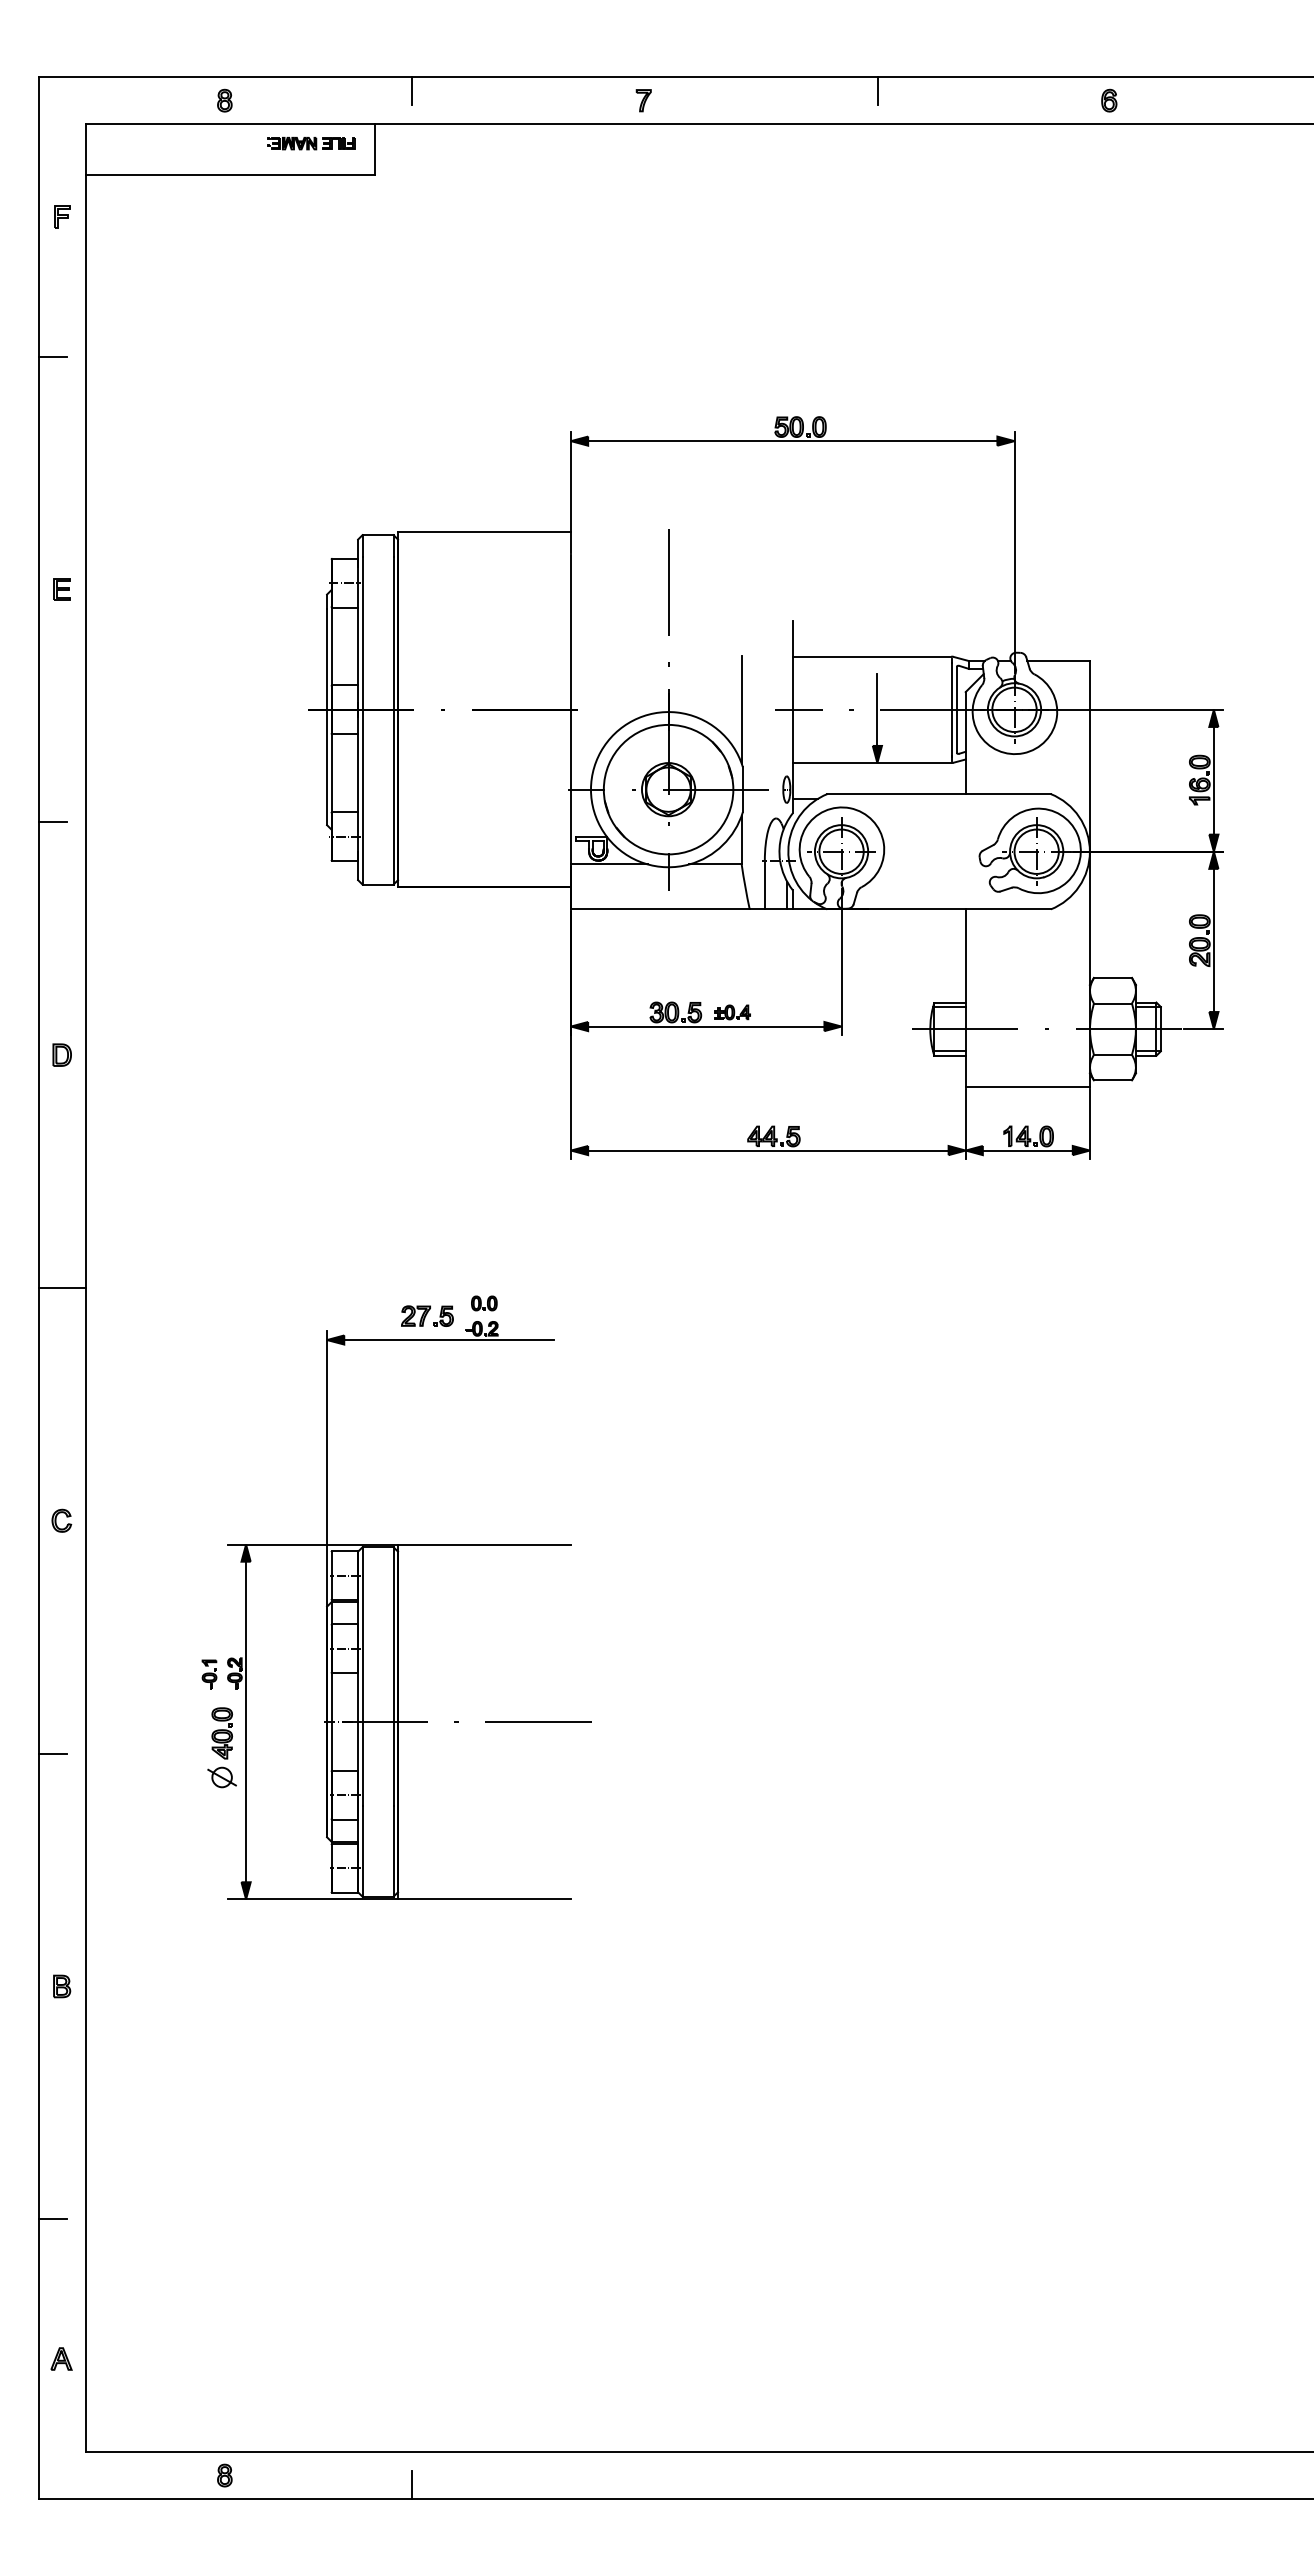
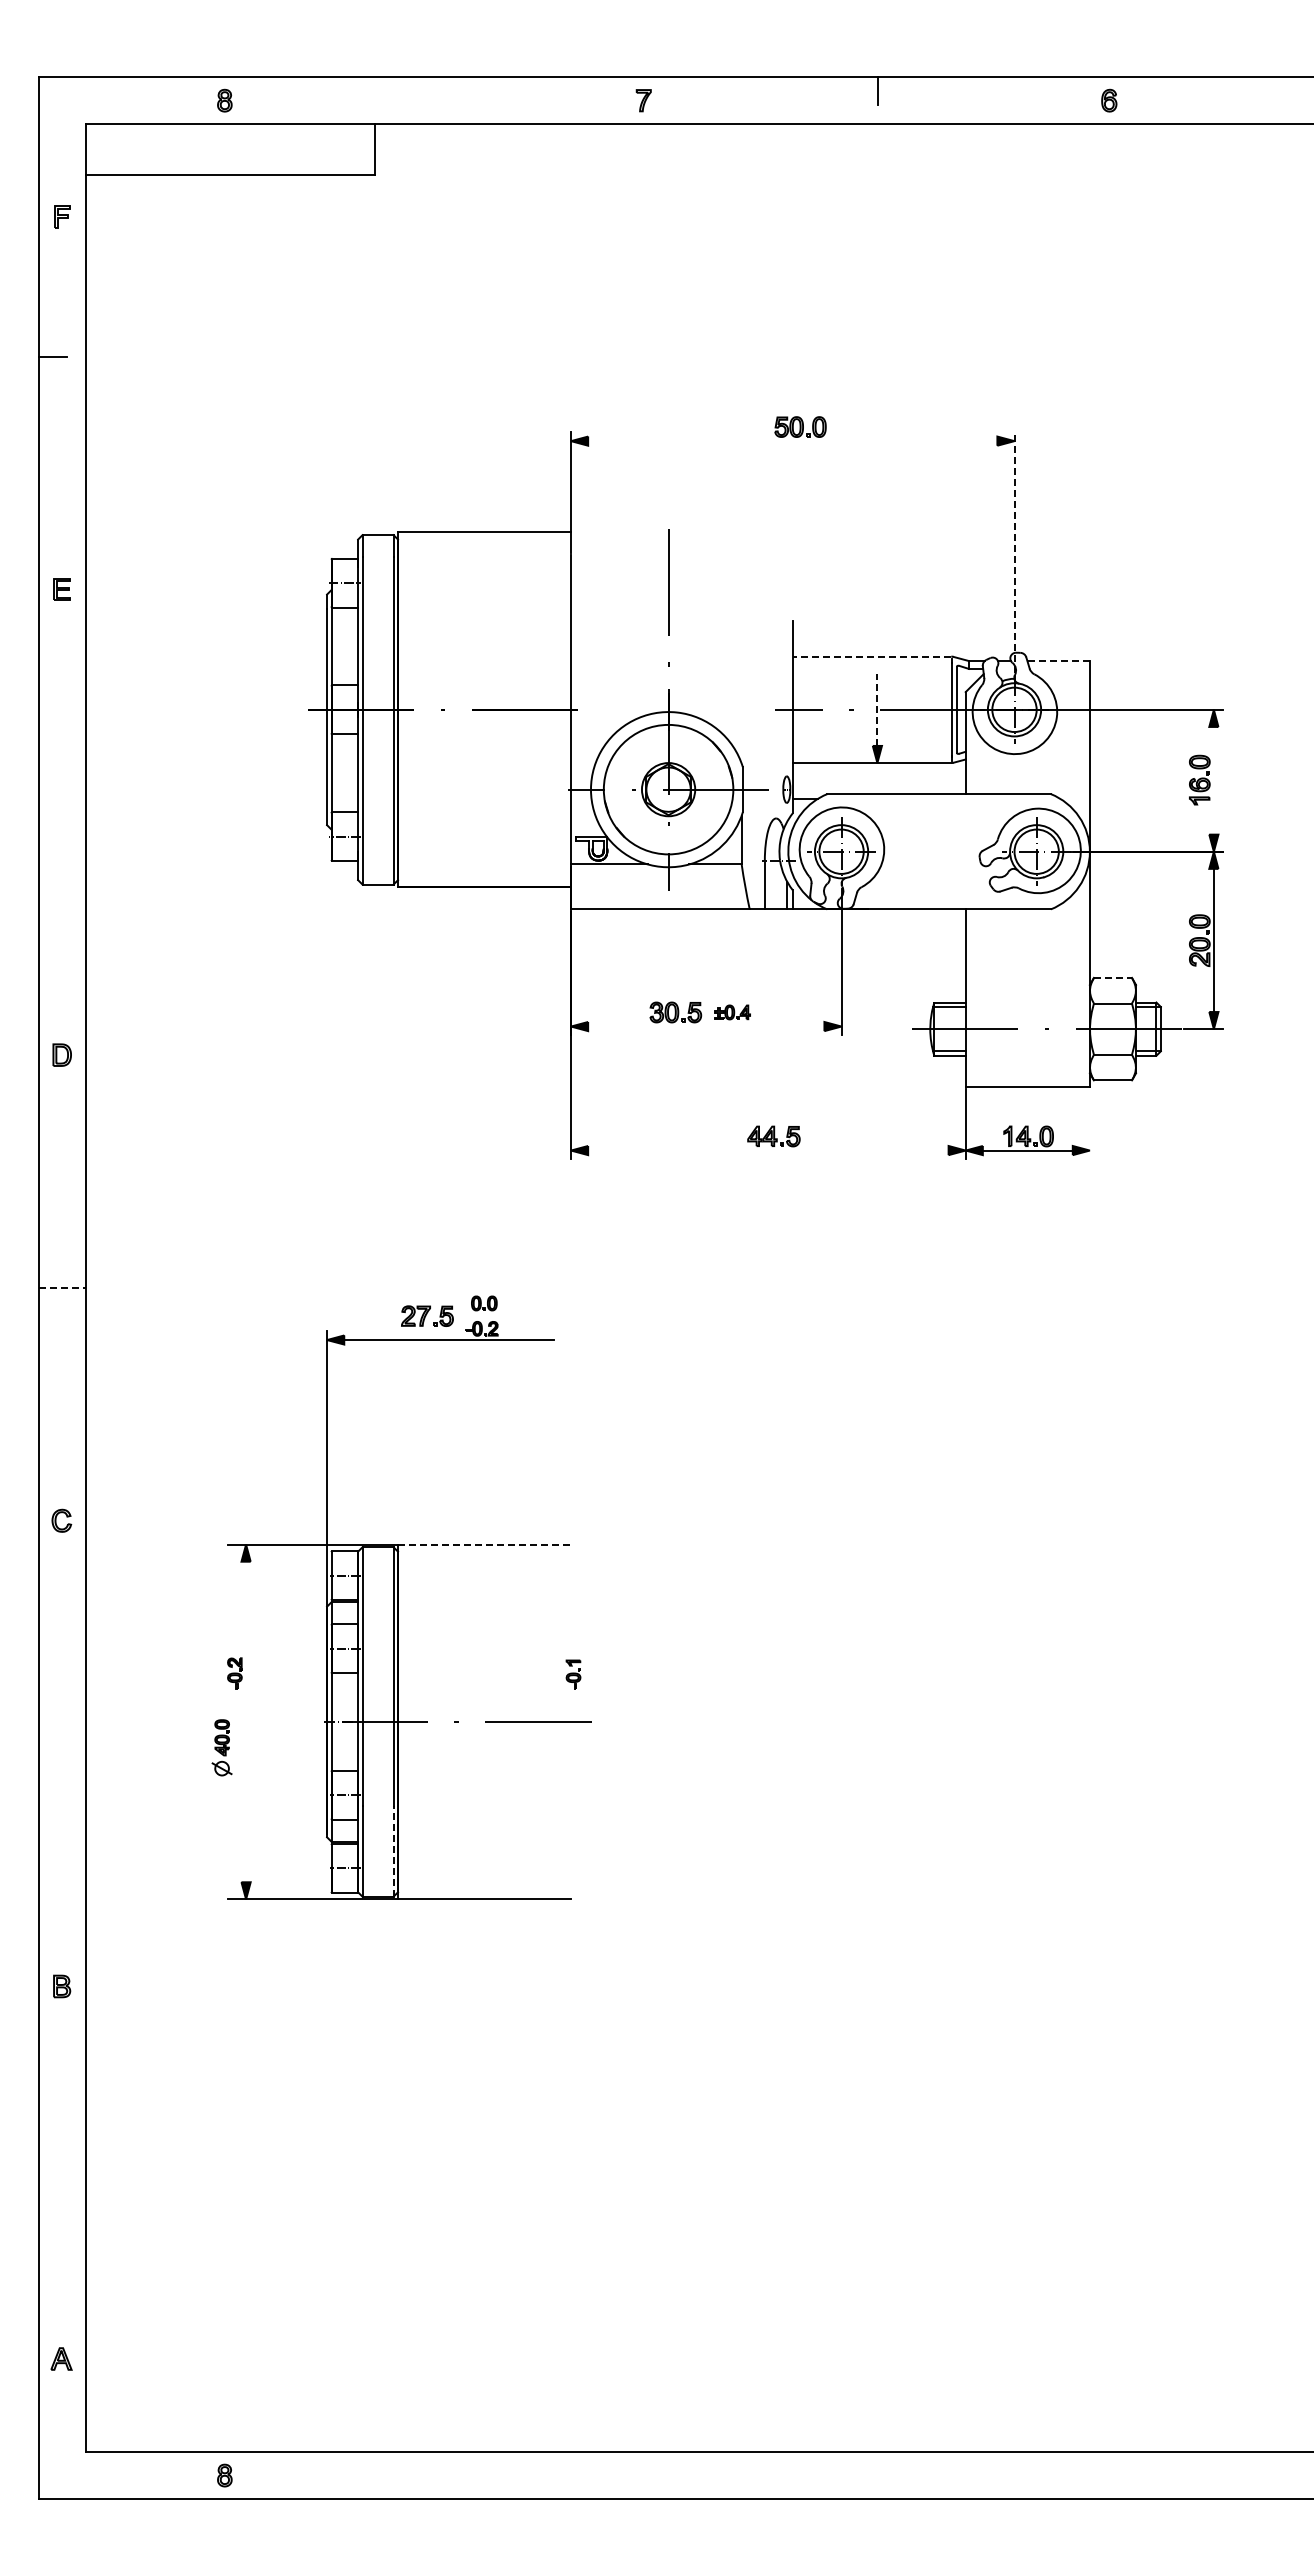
line at (411, 91): present -> none
part at (311, 143): present -> none
line at (792, 441): present -> none
line at (1014, 551): solid -> dashed
line at (871, 656): solid -> dashed
line at (1058, 661): solid -> dashed
line at (741, 709): present -> none
line at (877, 709): solid -> dashed
line at (1213, 780): present -> none
line at (53, 822): present -> none
line at (1113, 977): solid -> dashed
line at (706, 1026): present -> none
line at (1089, 1124): present -> none
line at (768, 1150): present -> none
line at (63, 1288): solid -> dashed
line at (485, 1544): solid -> dashed
part at (209, 1674) position: (209, 1674) -> (573, 1674)
line at (246, 1721): present -> none
part at (221, 1747) size: 30x82 px -> 22x58 px
line at (53, 1753): present -> none
line at (393, 1851): solid -> dashed
line at (53, 2219): present -> none
line at (411, 2484): present -> none
